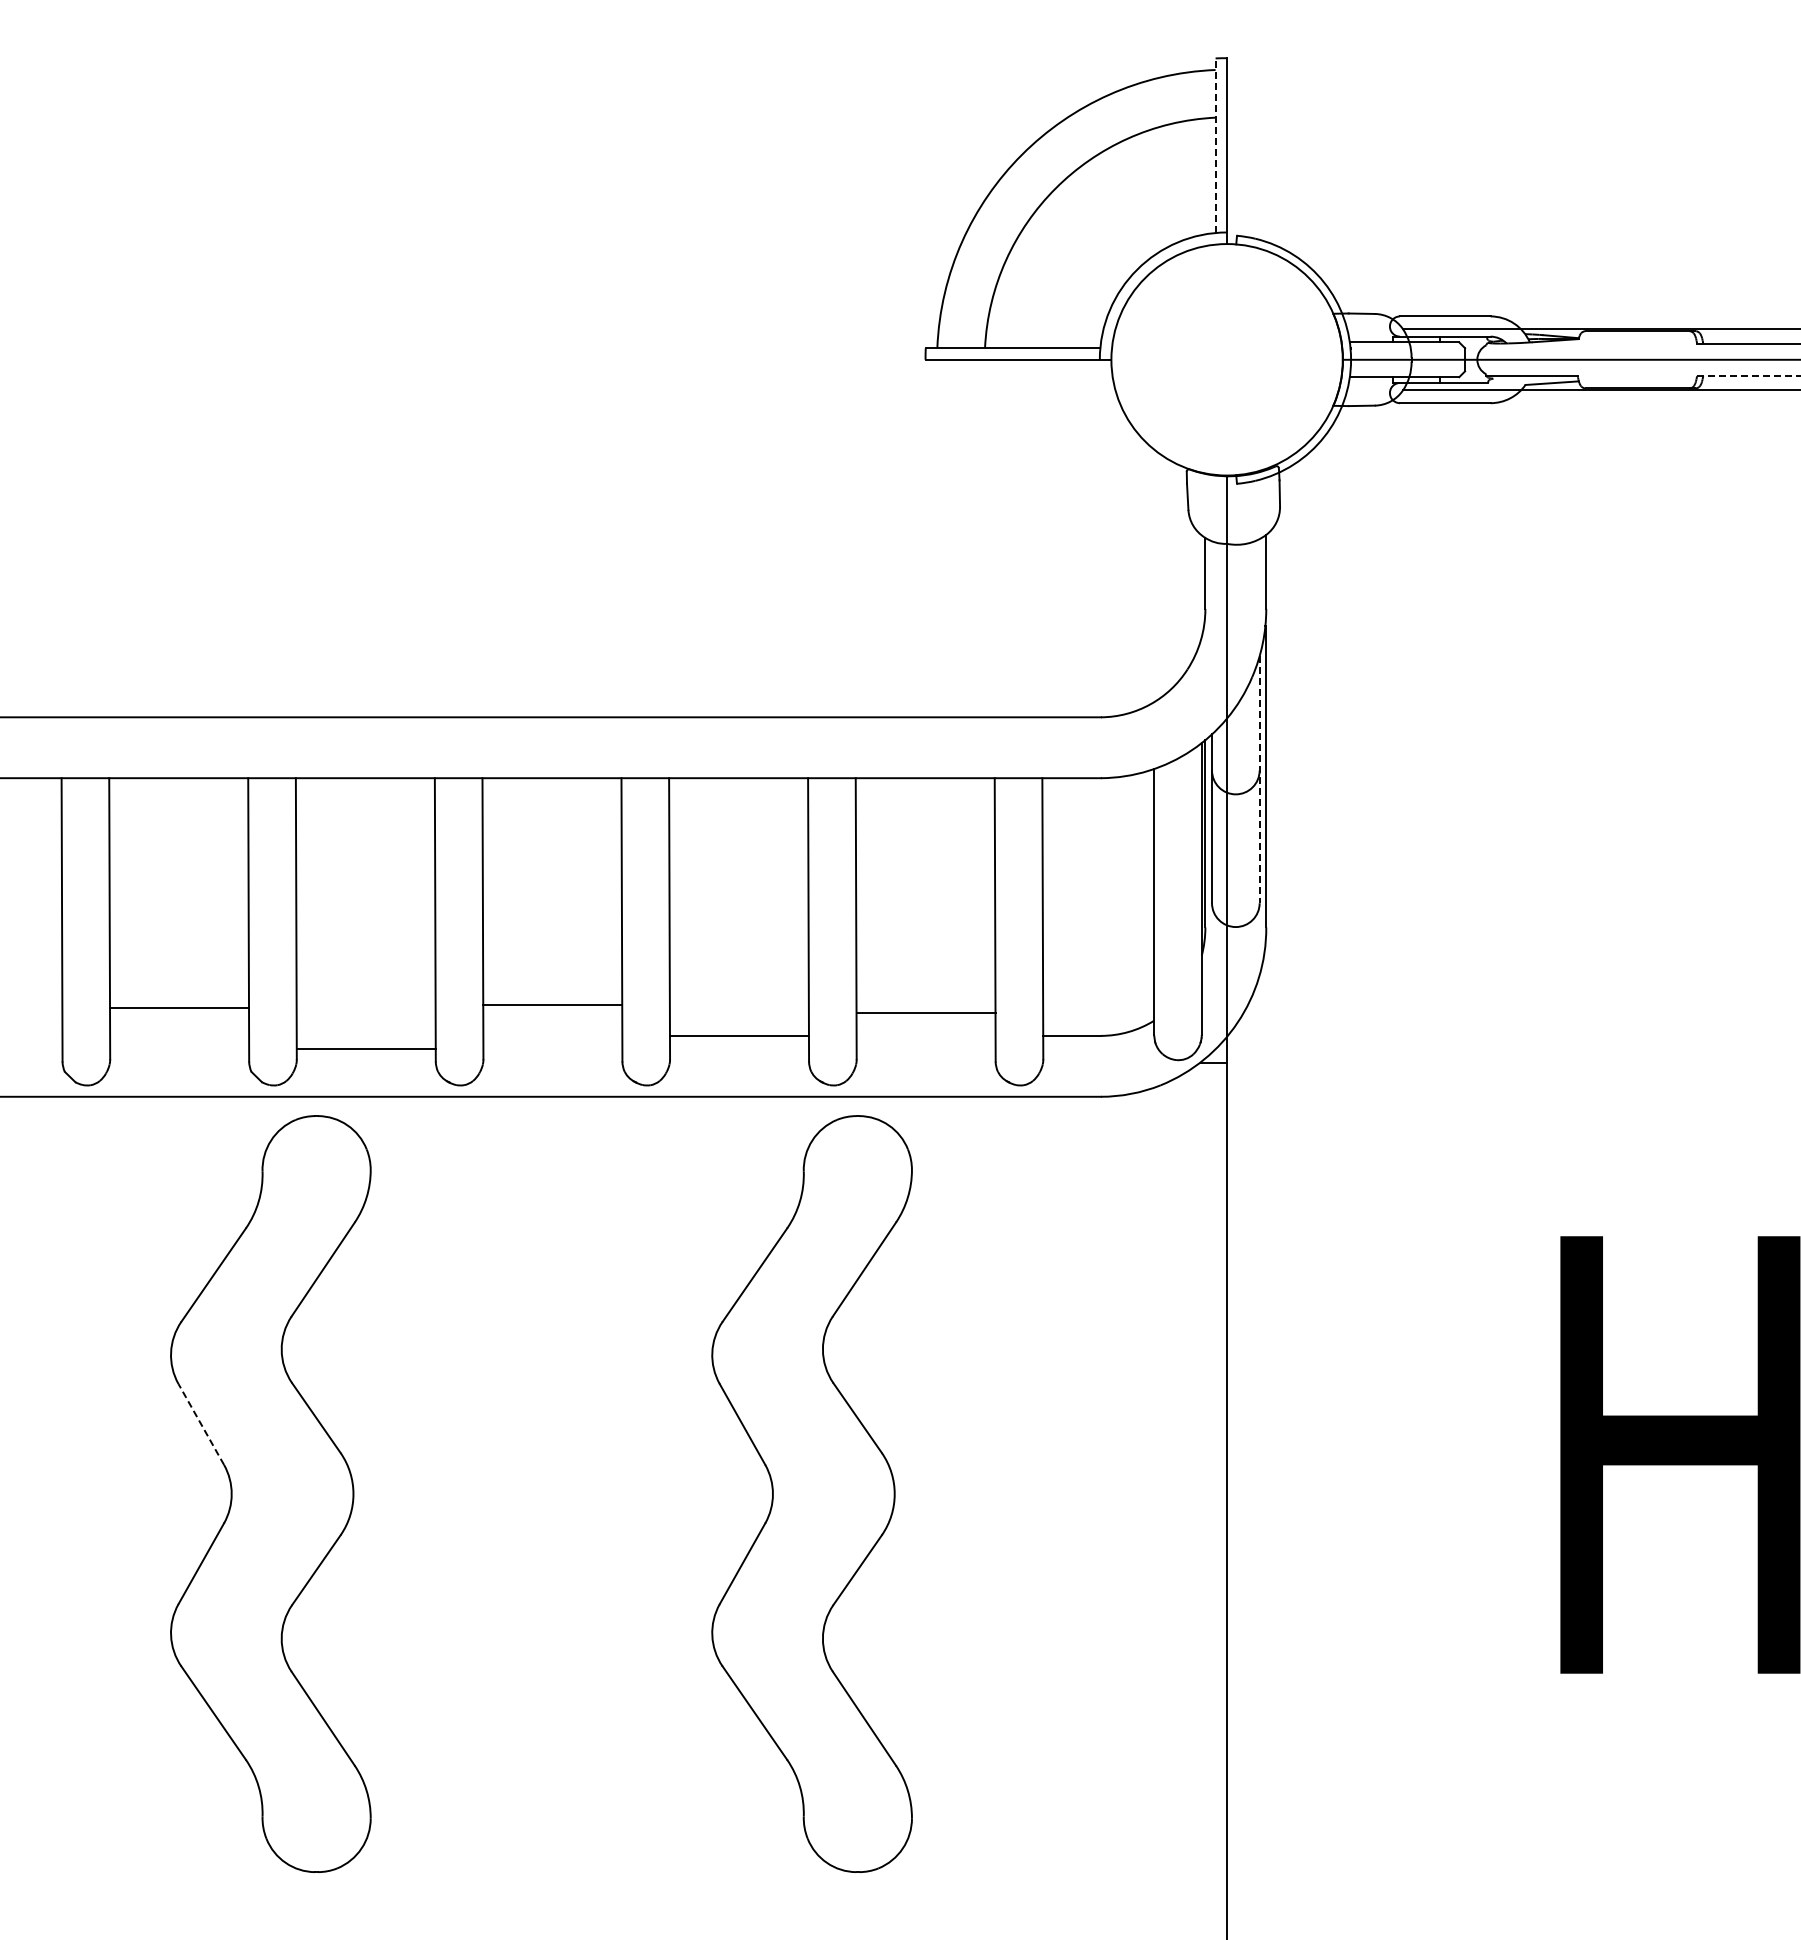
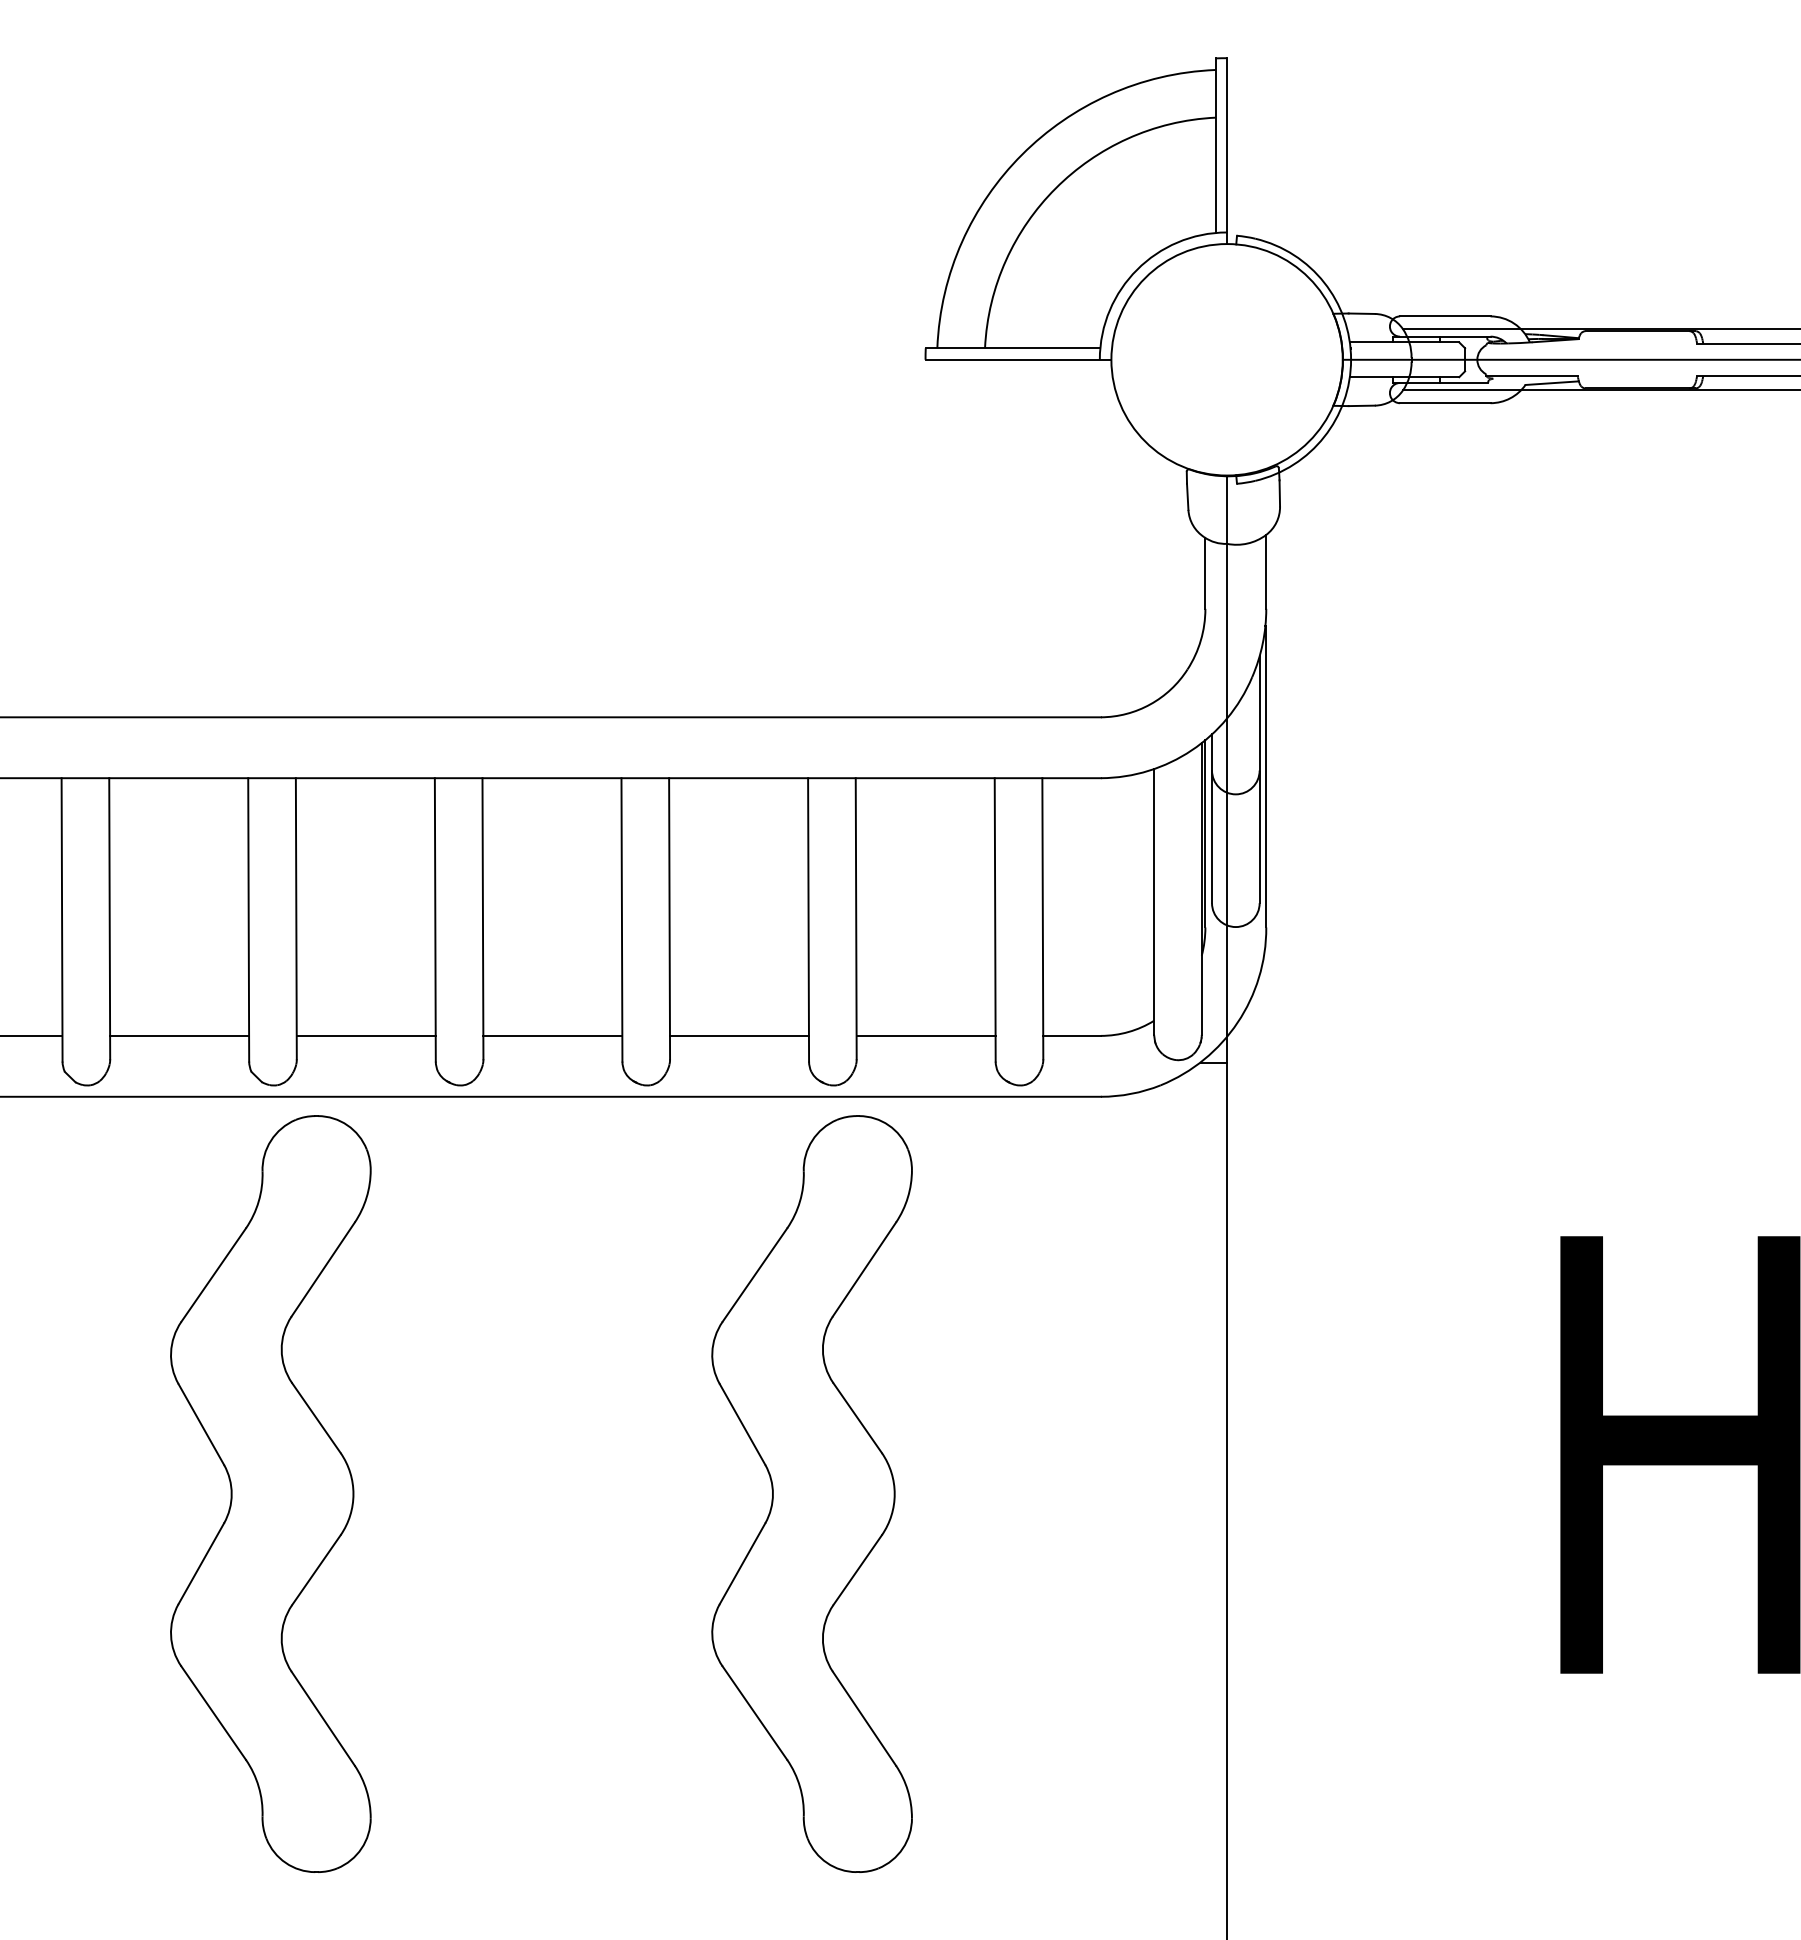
line at (1215, 145): dashed -> solid
line at (1749, 376): dashed -> solid
line at (1259, 780): dashed -> solid
line at (552, 1004) position: (552, 1004) -> (552, 1035)
line at (179, 1007) position: (179, 1007) -> (179, 1035)
line at (925, 1012) position: (925, 1012) -> (925, 1035)
line at (32, 1035): none -> present
line at (365, 1048) position: (365, 1048) -> (365, 1035)
line at (201, 1424): dashed -> solid
